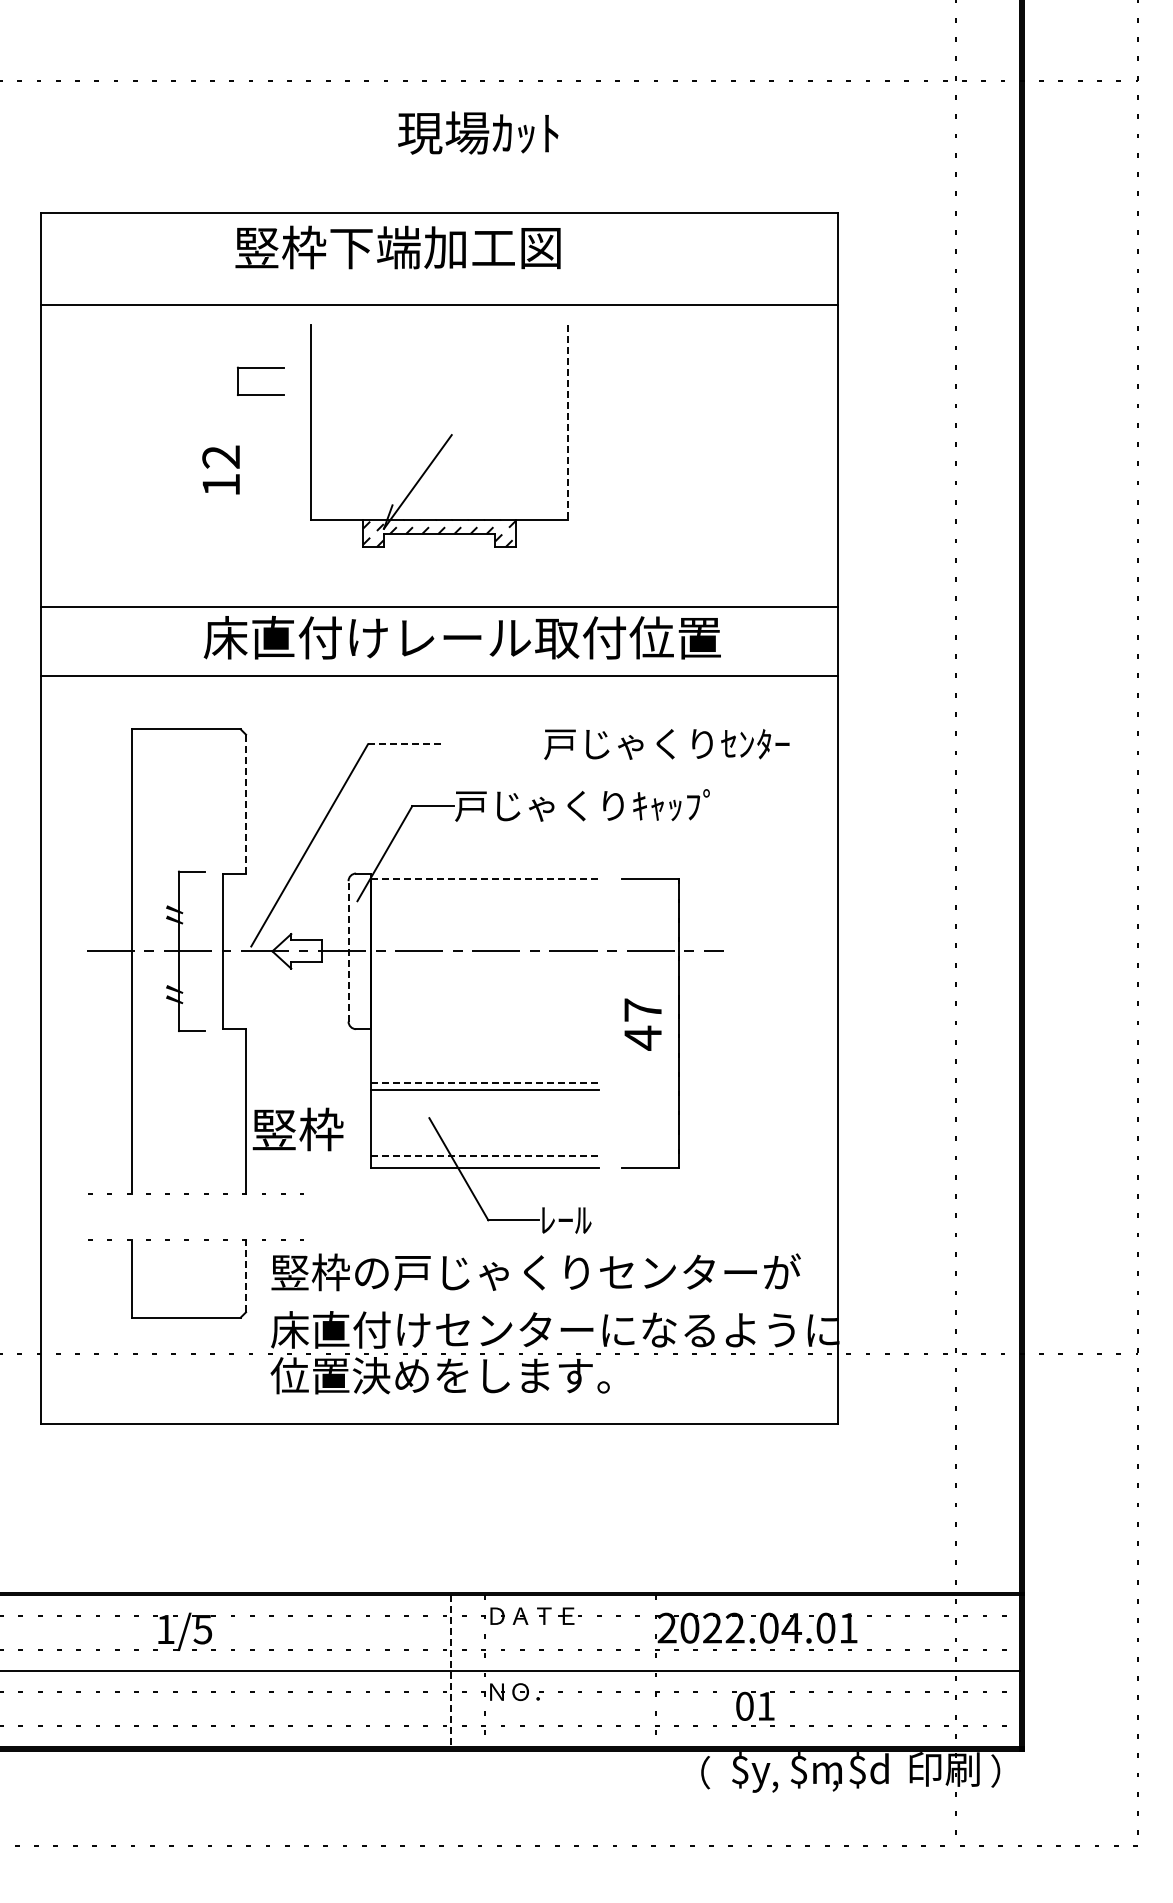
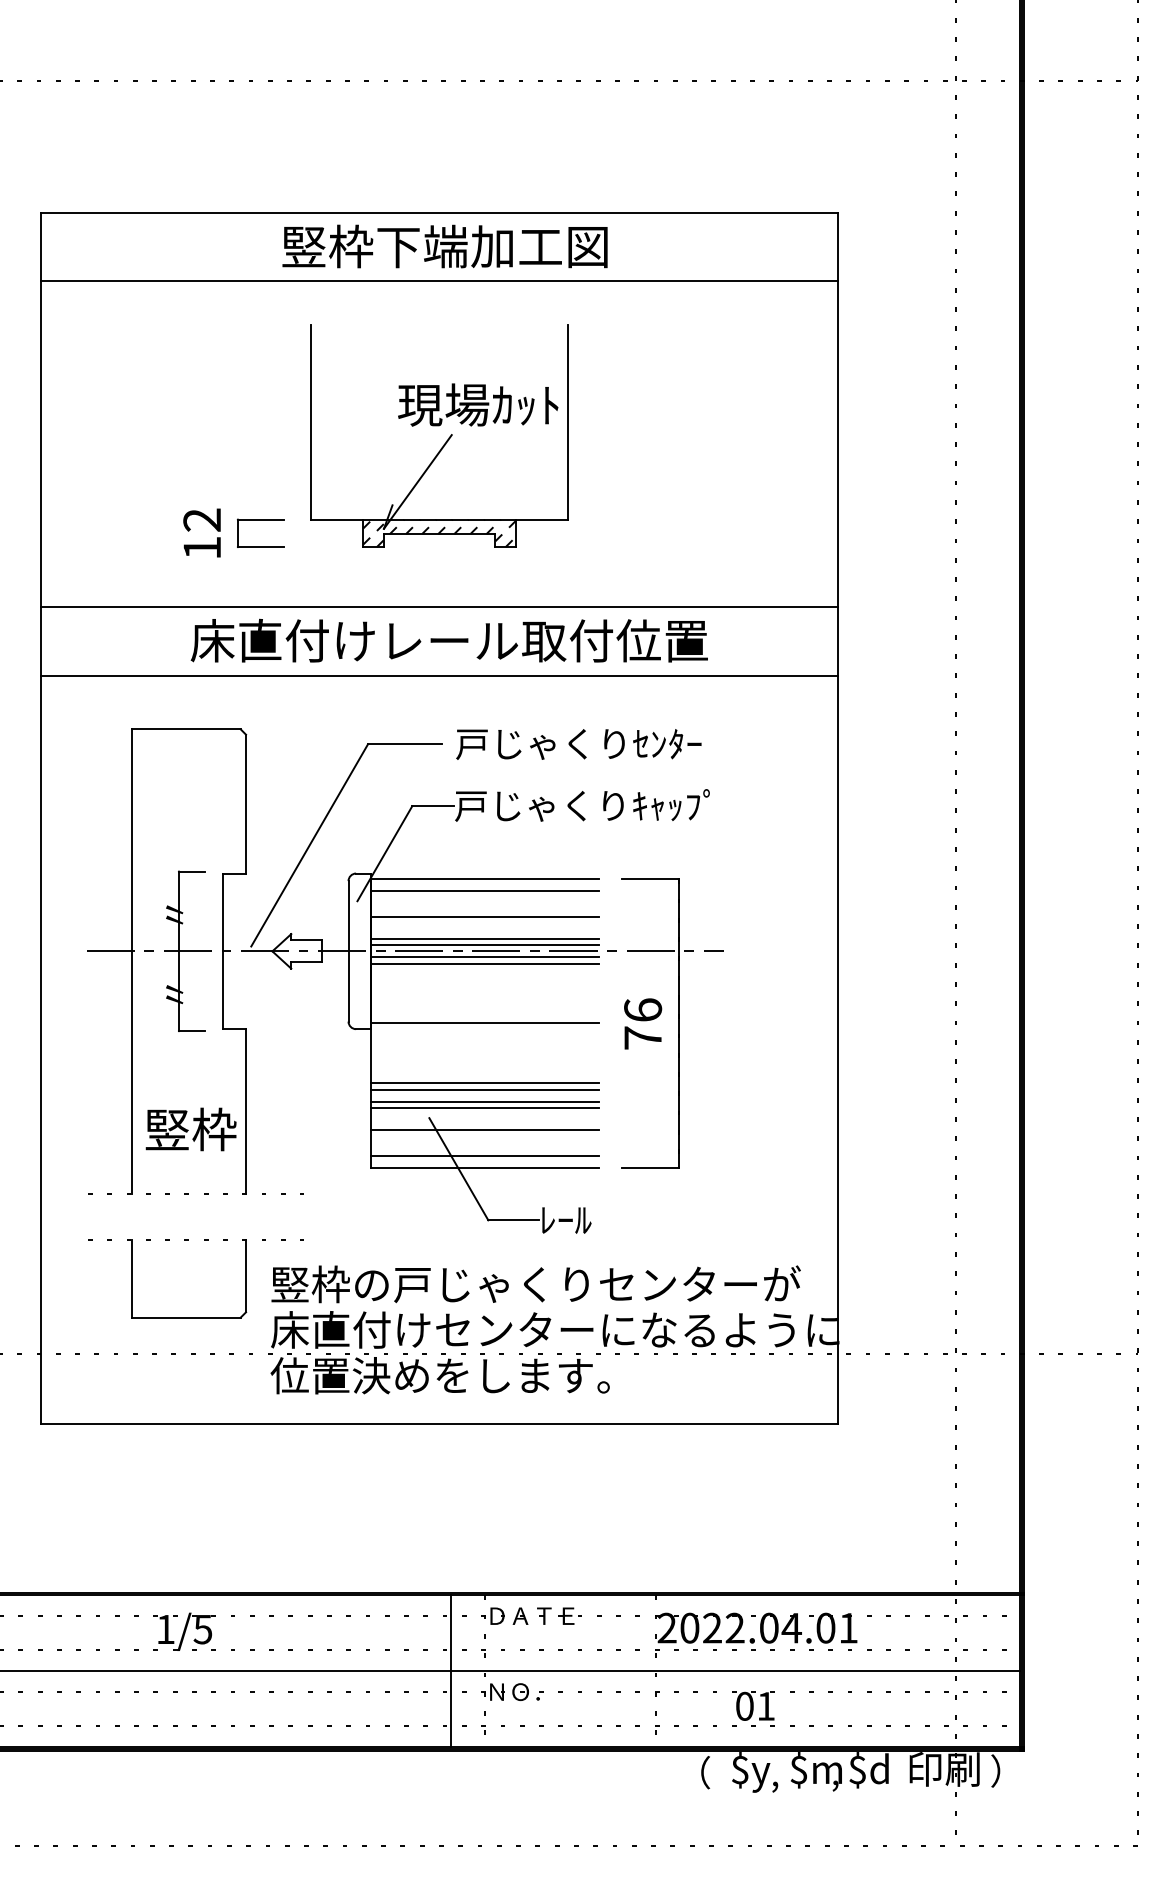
text at (478, 132) position: (478, 132) -> (478, 404)
text at (397, 247) position: (397, 247) -> (444, 246)
line at (439, 305) position: (439, 305) -> (439, 281)
part at (260, 368) position: (260, 368) -> (260, 520)
line at (568, 422): dashed -> solid
text at (220, 469) position: (220, 469) -> (201, 532)
text at (461, 637) position: (461, 637) -> (448, 640)
line at (404, 744): dashed -> solid
text at (666, 744) position: (666, 744) -> (578, 744)
line at (246, 804): dashed -> solid
line at (485, 879): dashed -> solid
line at (485, 891): none -> present
line at (485, 917): none -> present
line at (485, 939): none -> present
line at (485, 945): none -> present
line at (348, 950): dashed -> solid
line at (485, 957): none -> present
line at (485, 963): none -> present
line at (485, 1023): none -> present
text at (643, 1024): 47 -> 76
line at (485, 1083): dashed -> solid
line at (485, 1101): none -> present
line at (485, 1107): none -> present
text at (297, 1129) position: (297, 1129) -> (190, 1129)
line at (485, 1129): none -> present
line at (485, 1155): dashed -> solid
text at (535, 1272) position: (535, 1272) -> (535, 1284)
line at (246, 1275): dashed -> solid
line at (451, 1671): dashed -> solid
